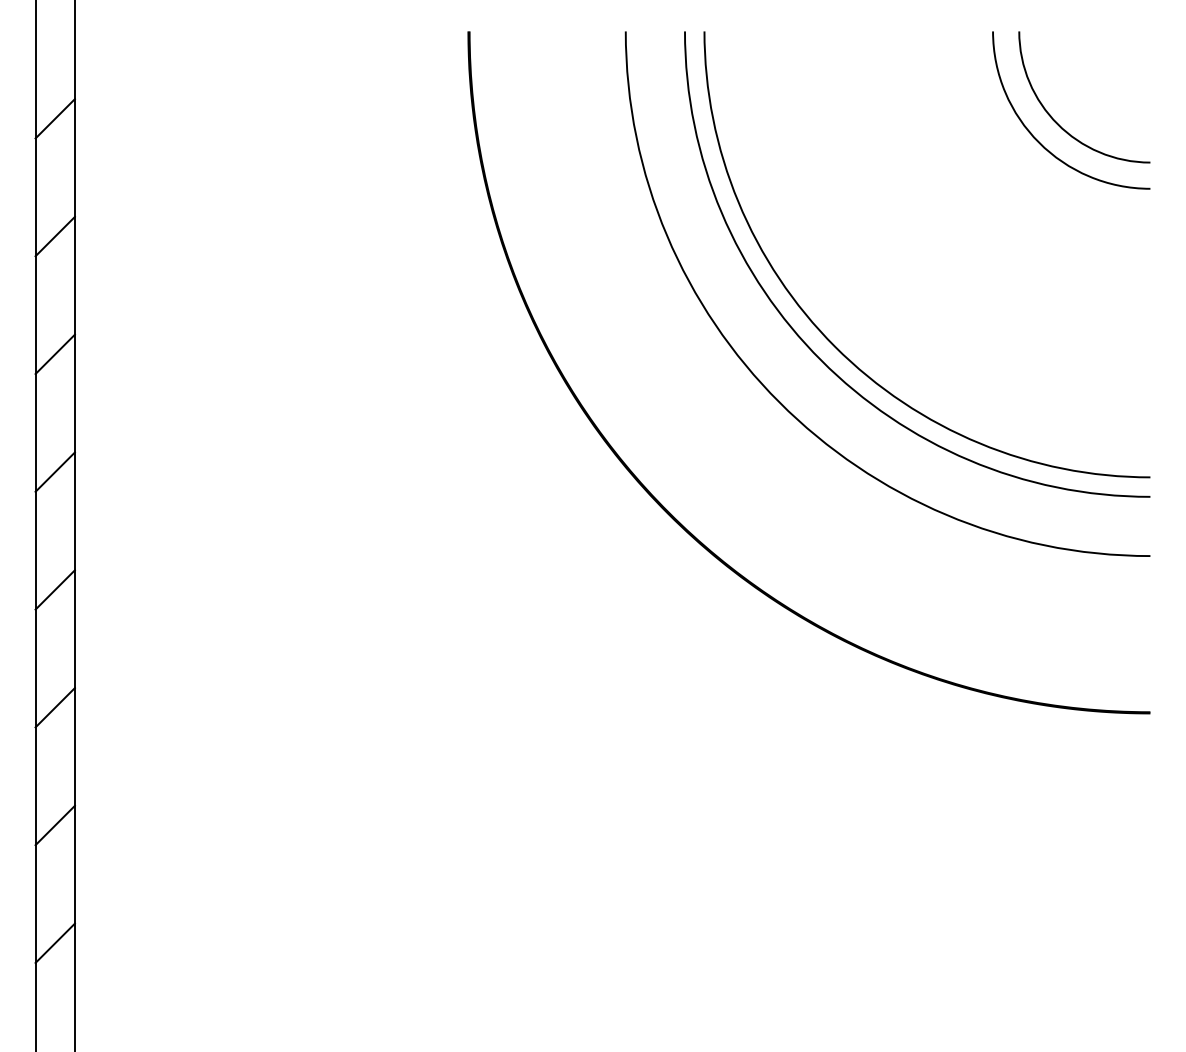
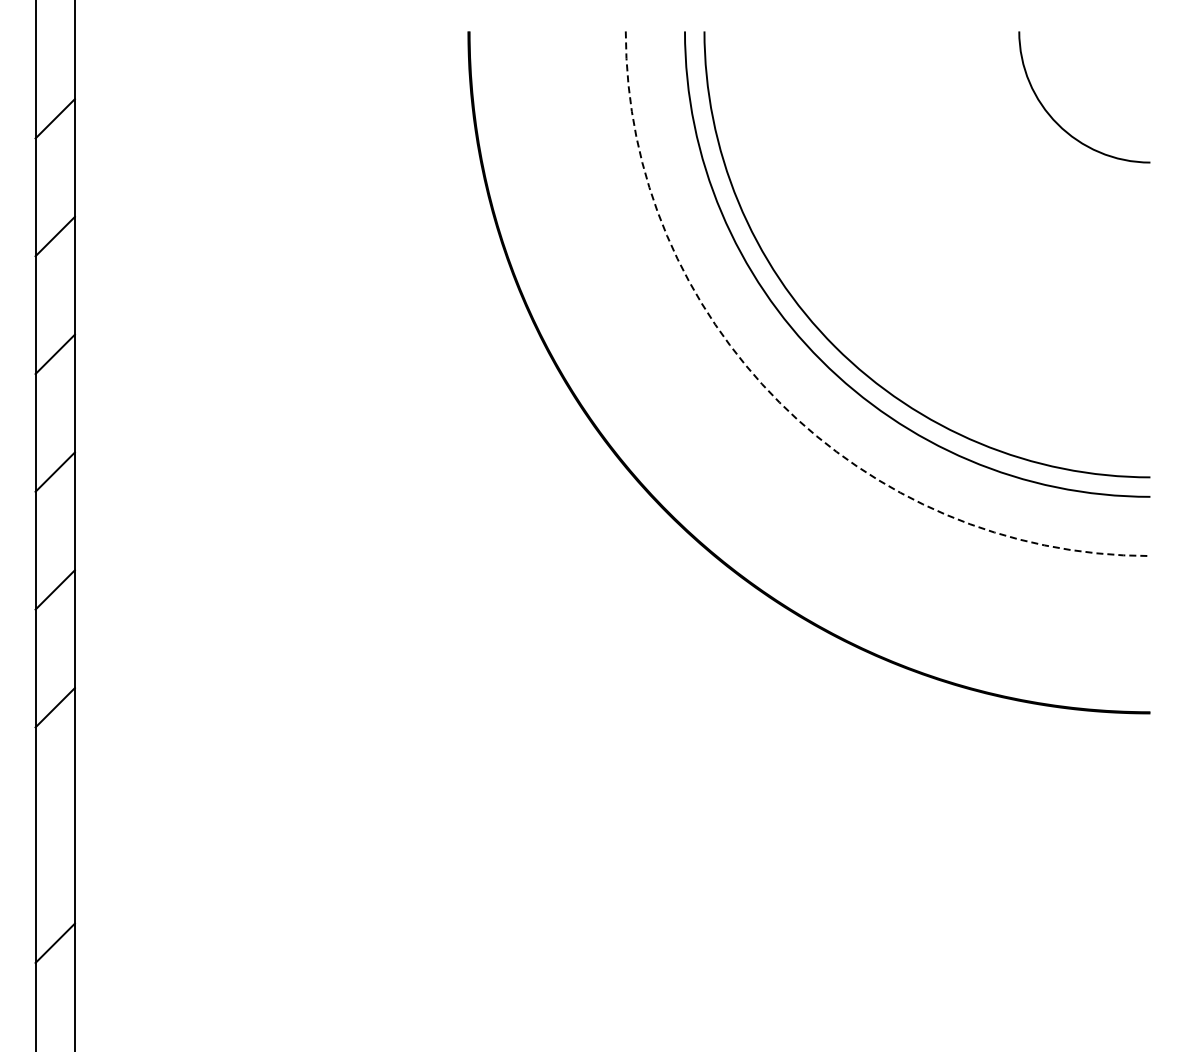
arc at (1039, 141): present -> none
arc at (779, 402): solid -> dashed
line at (54, 825): present -> none
